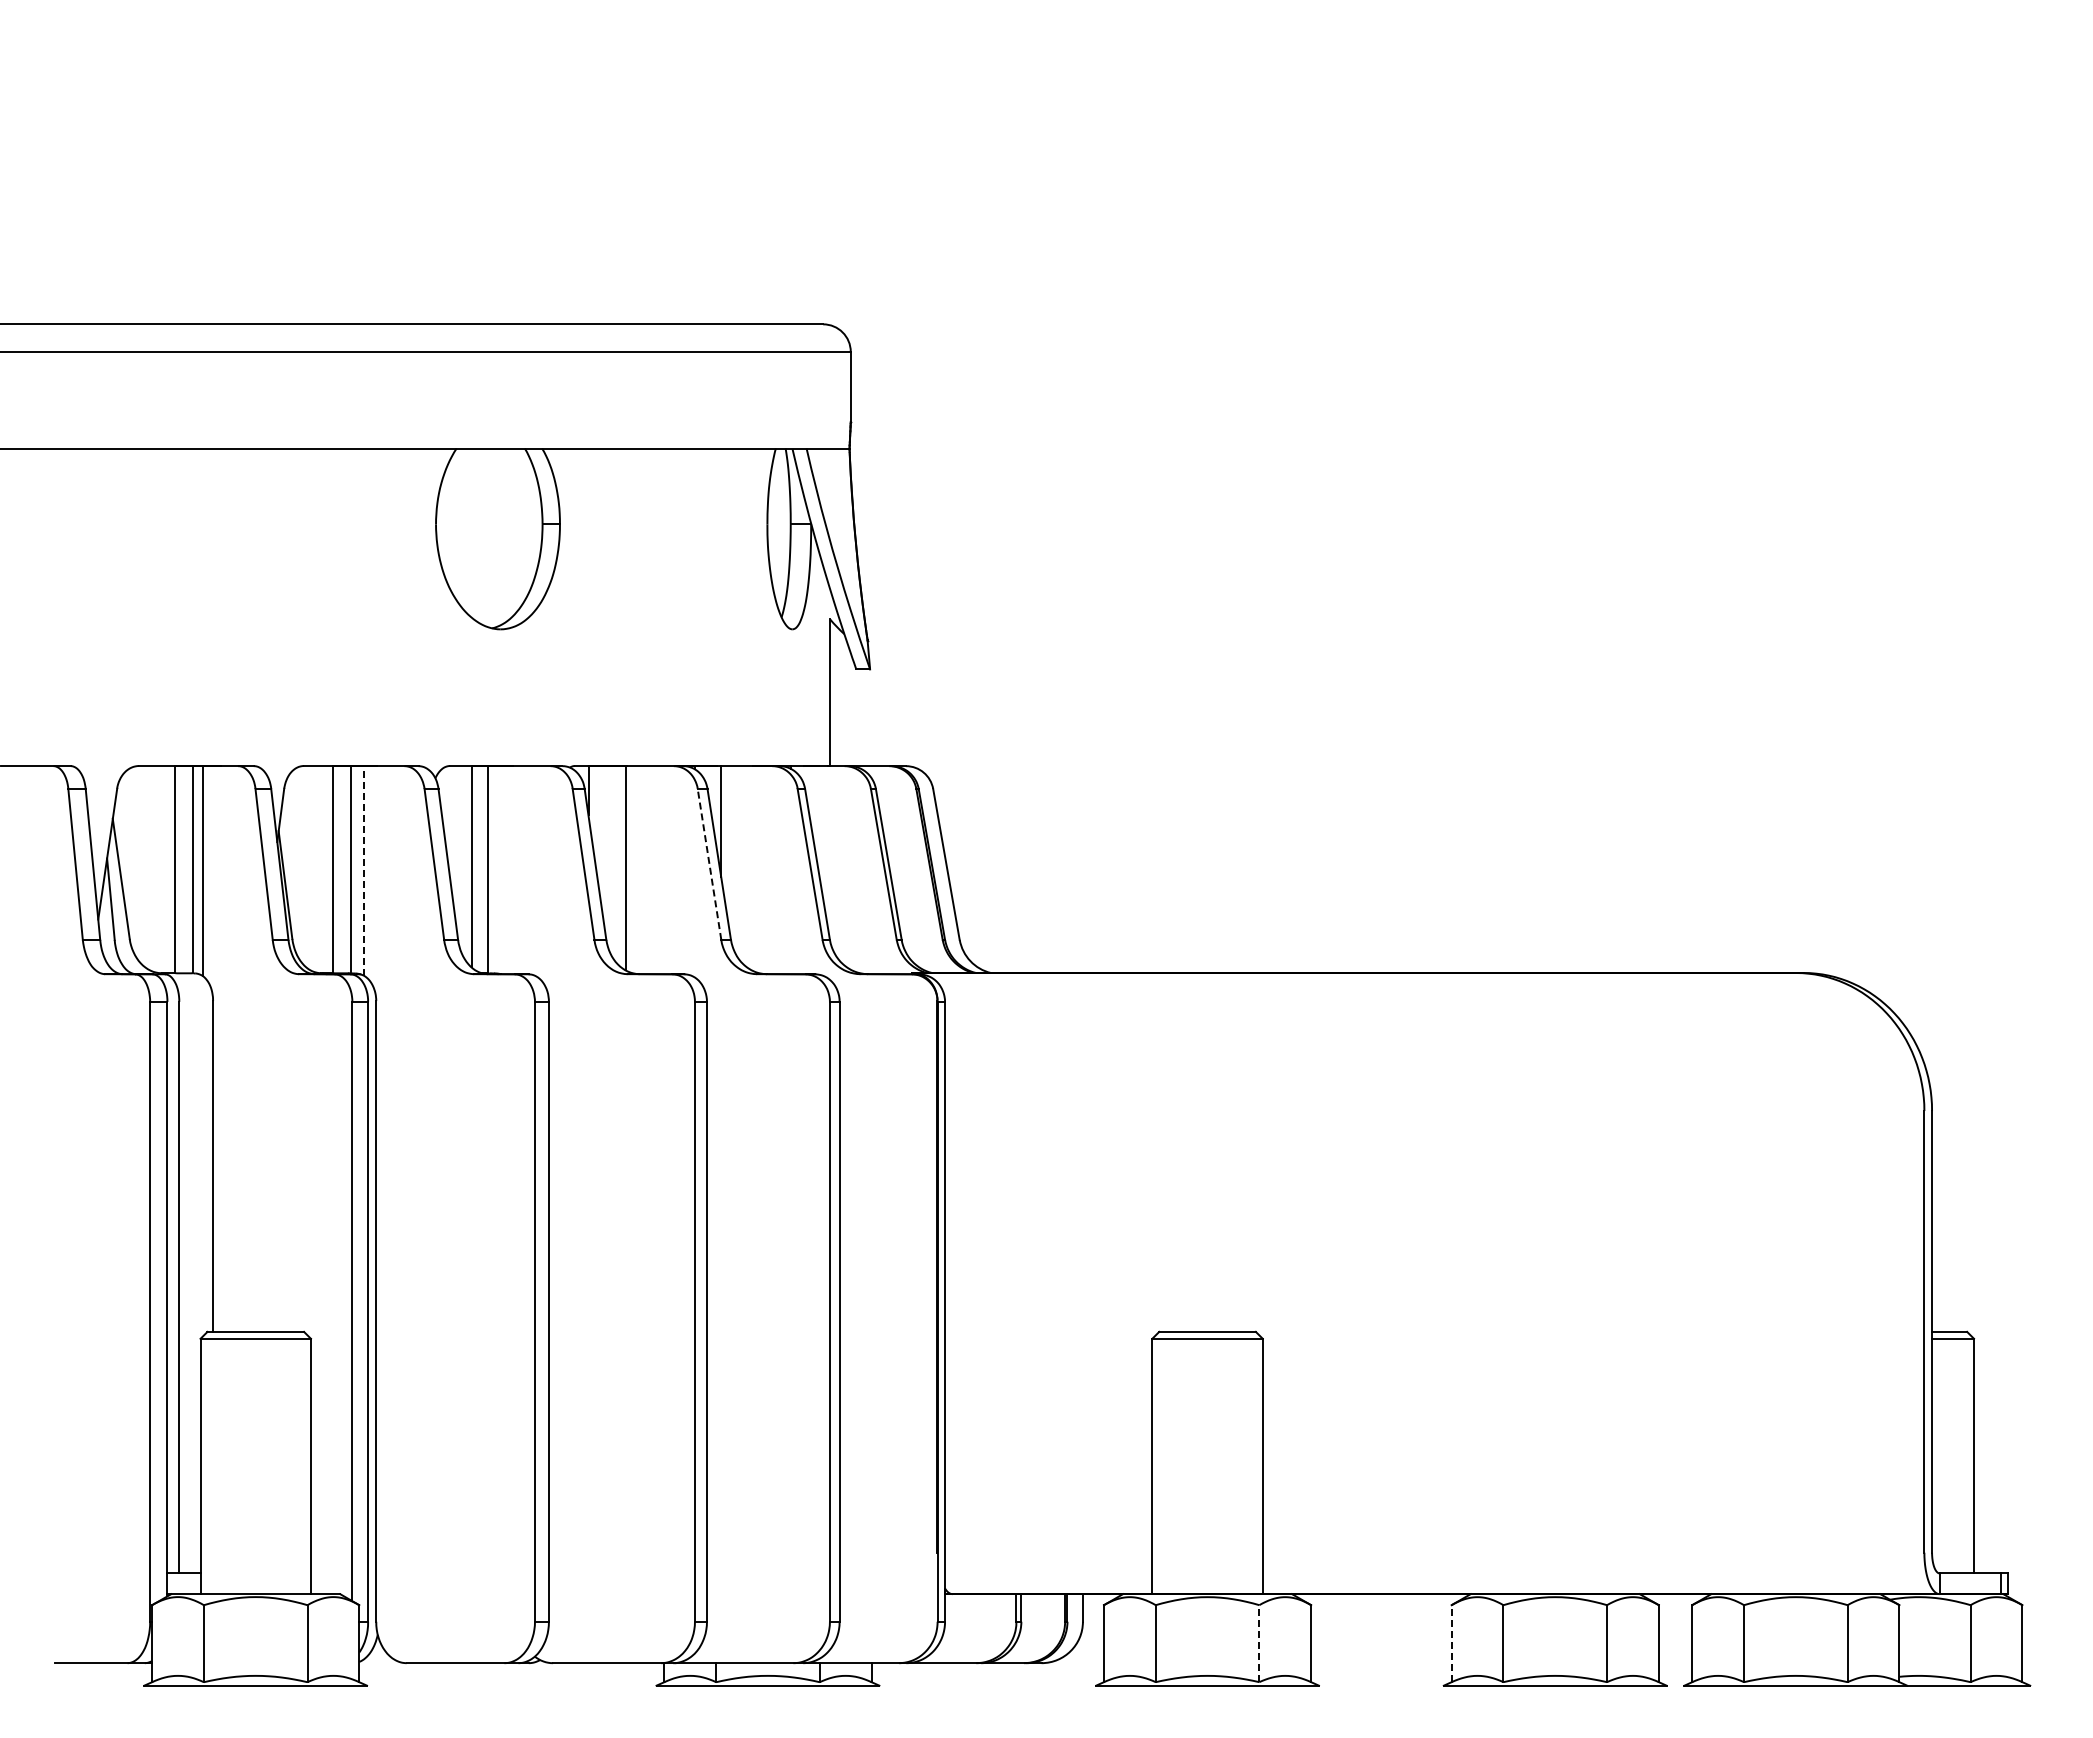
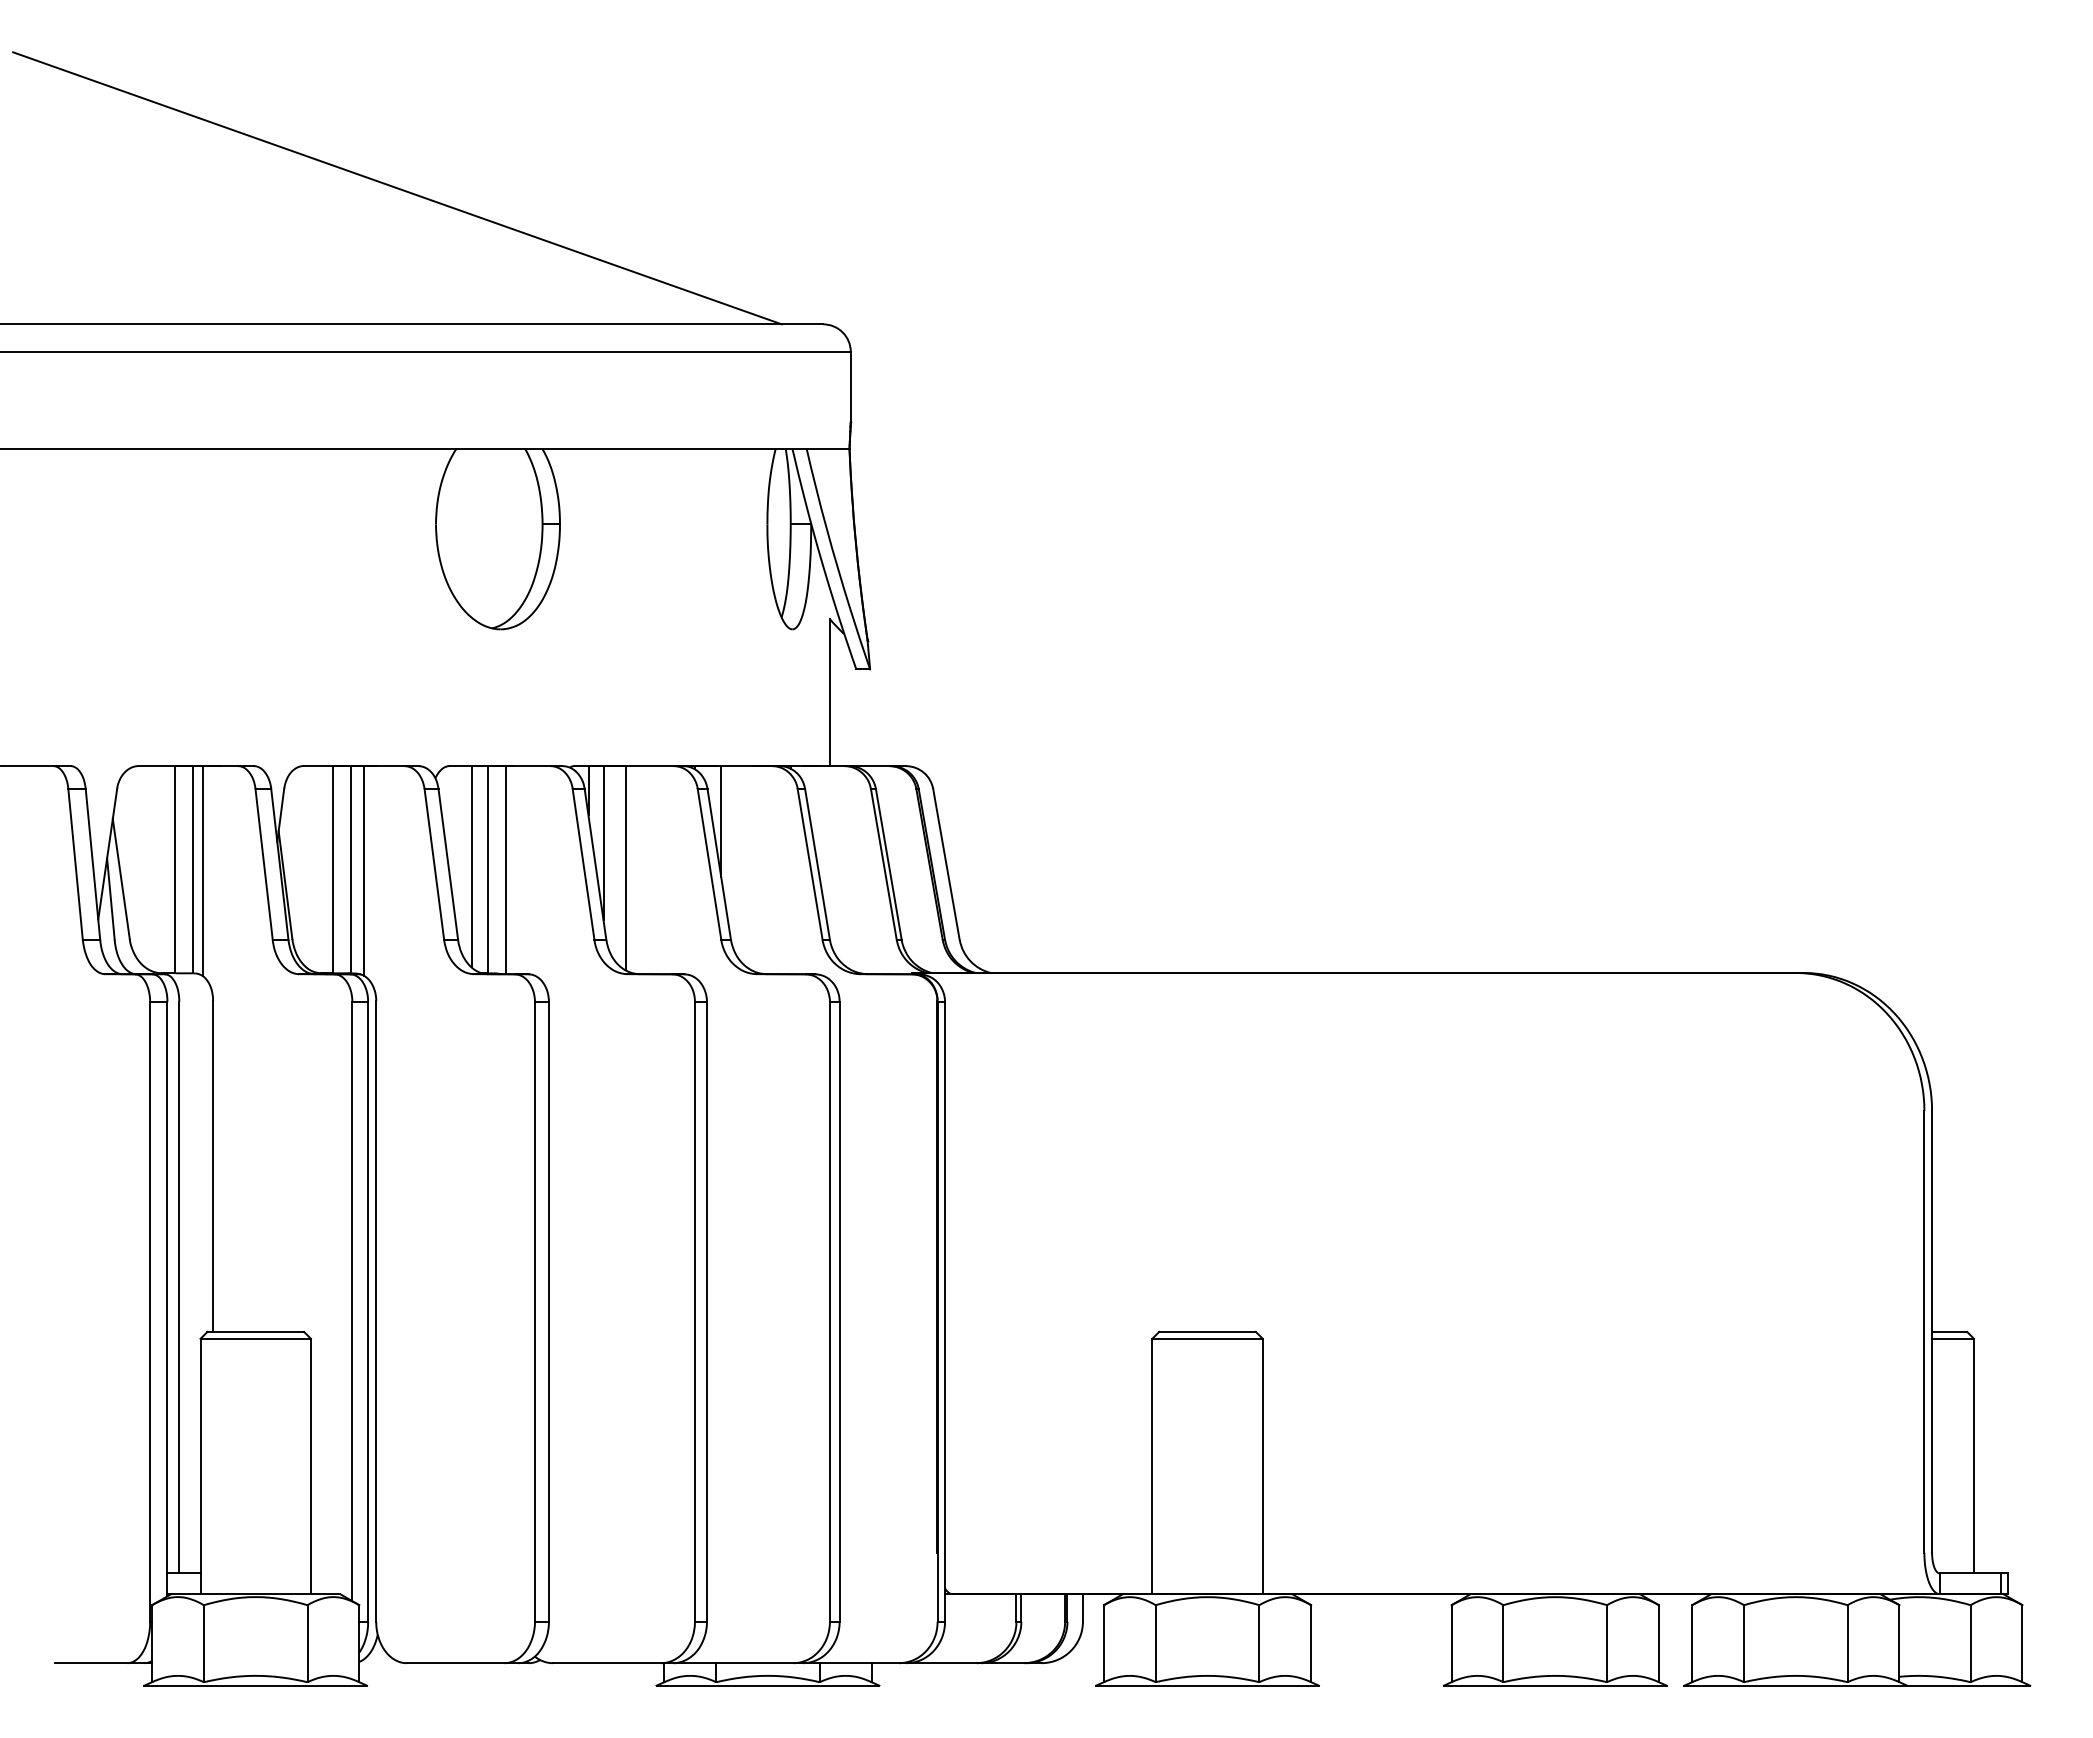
line at (397, 188): none -> present
line at (603, 843): none -> present
line at (709, 863): dashed -> solid
line at (364, 870): dashed -> solid
line at (505, 870): none -> present
line at (1259, 1643): dashed -> solid
line at (1451, 1643): dashed -> solid
